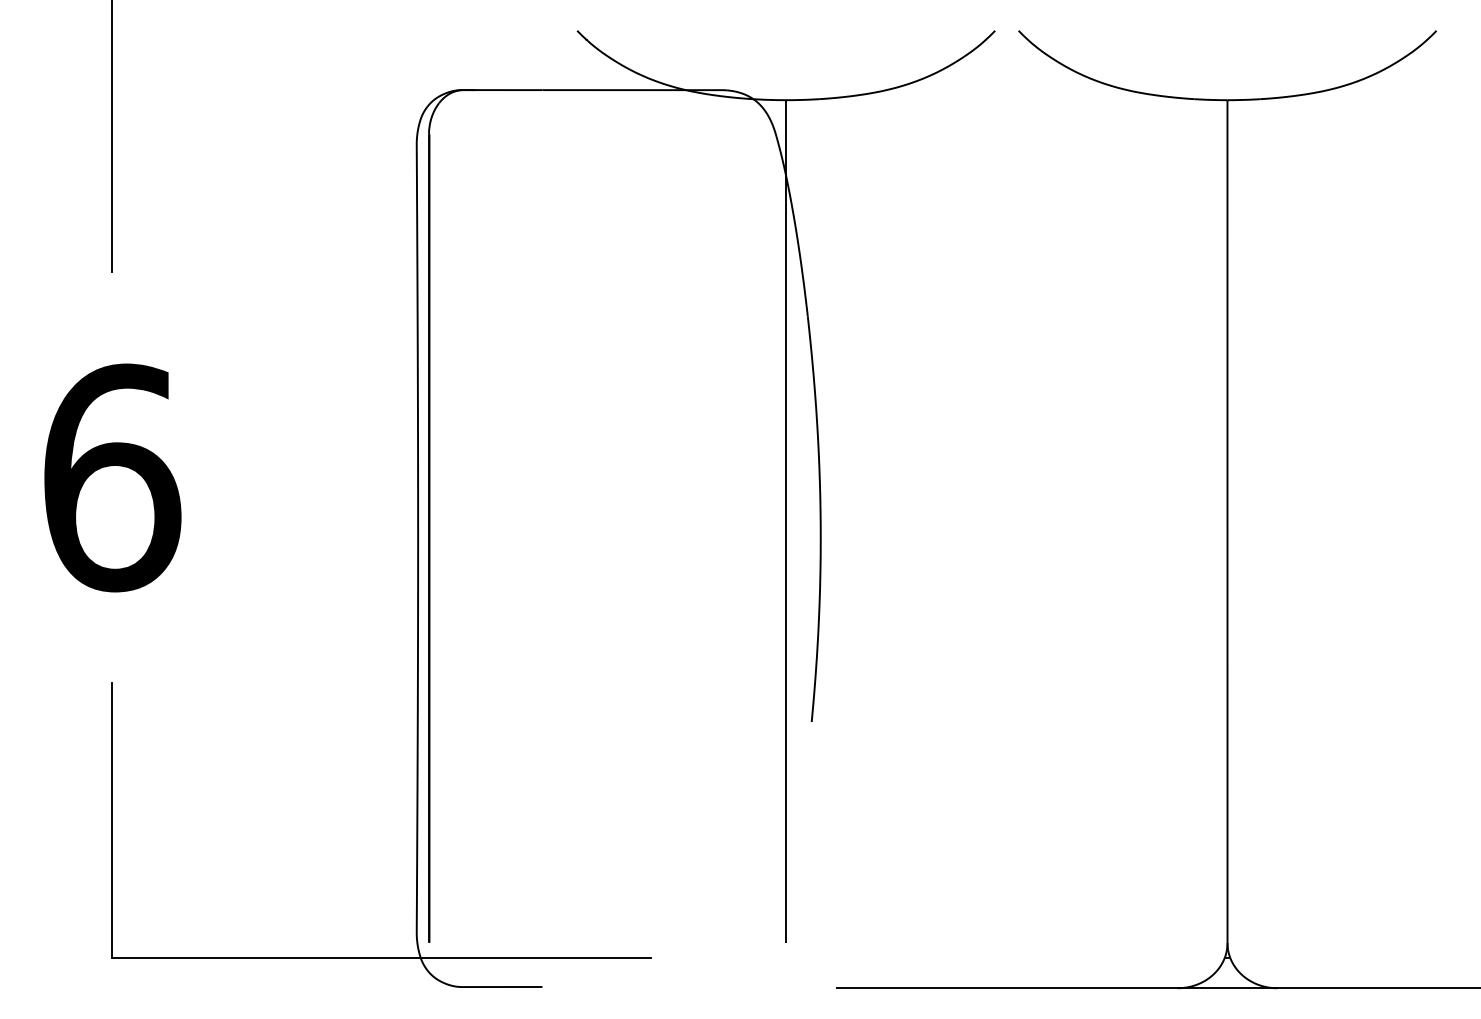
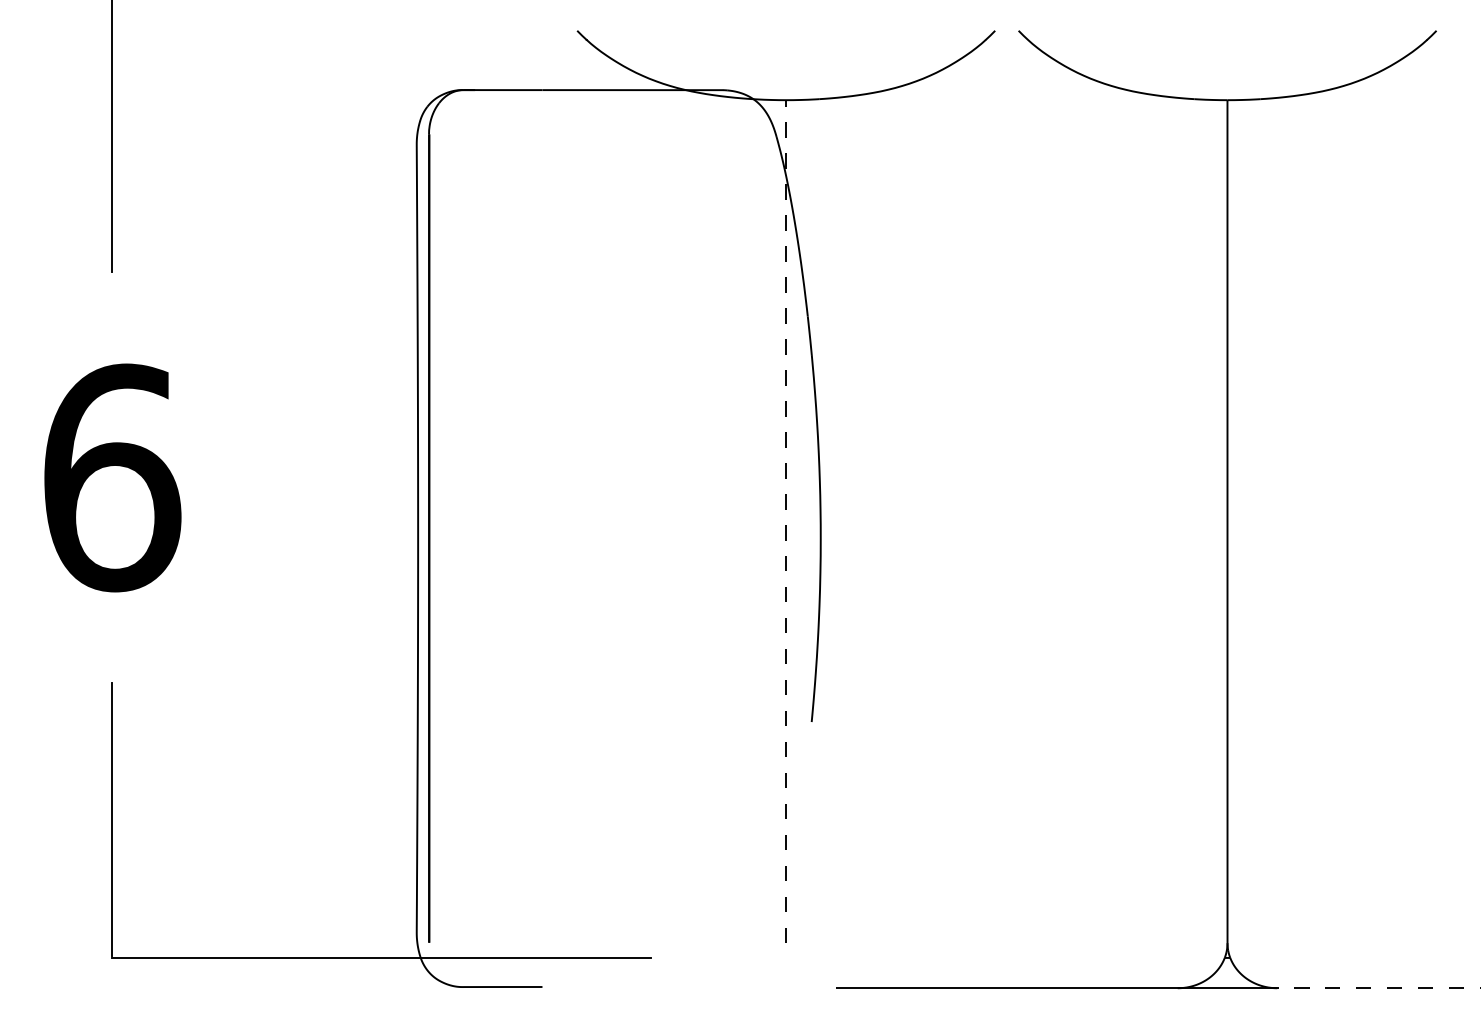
line at (786, 521): solid -> dashed
line at (1378, 988): solid -> dashed
